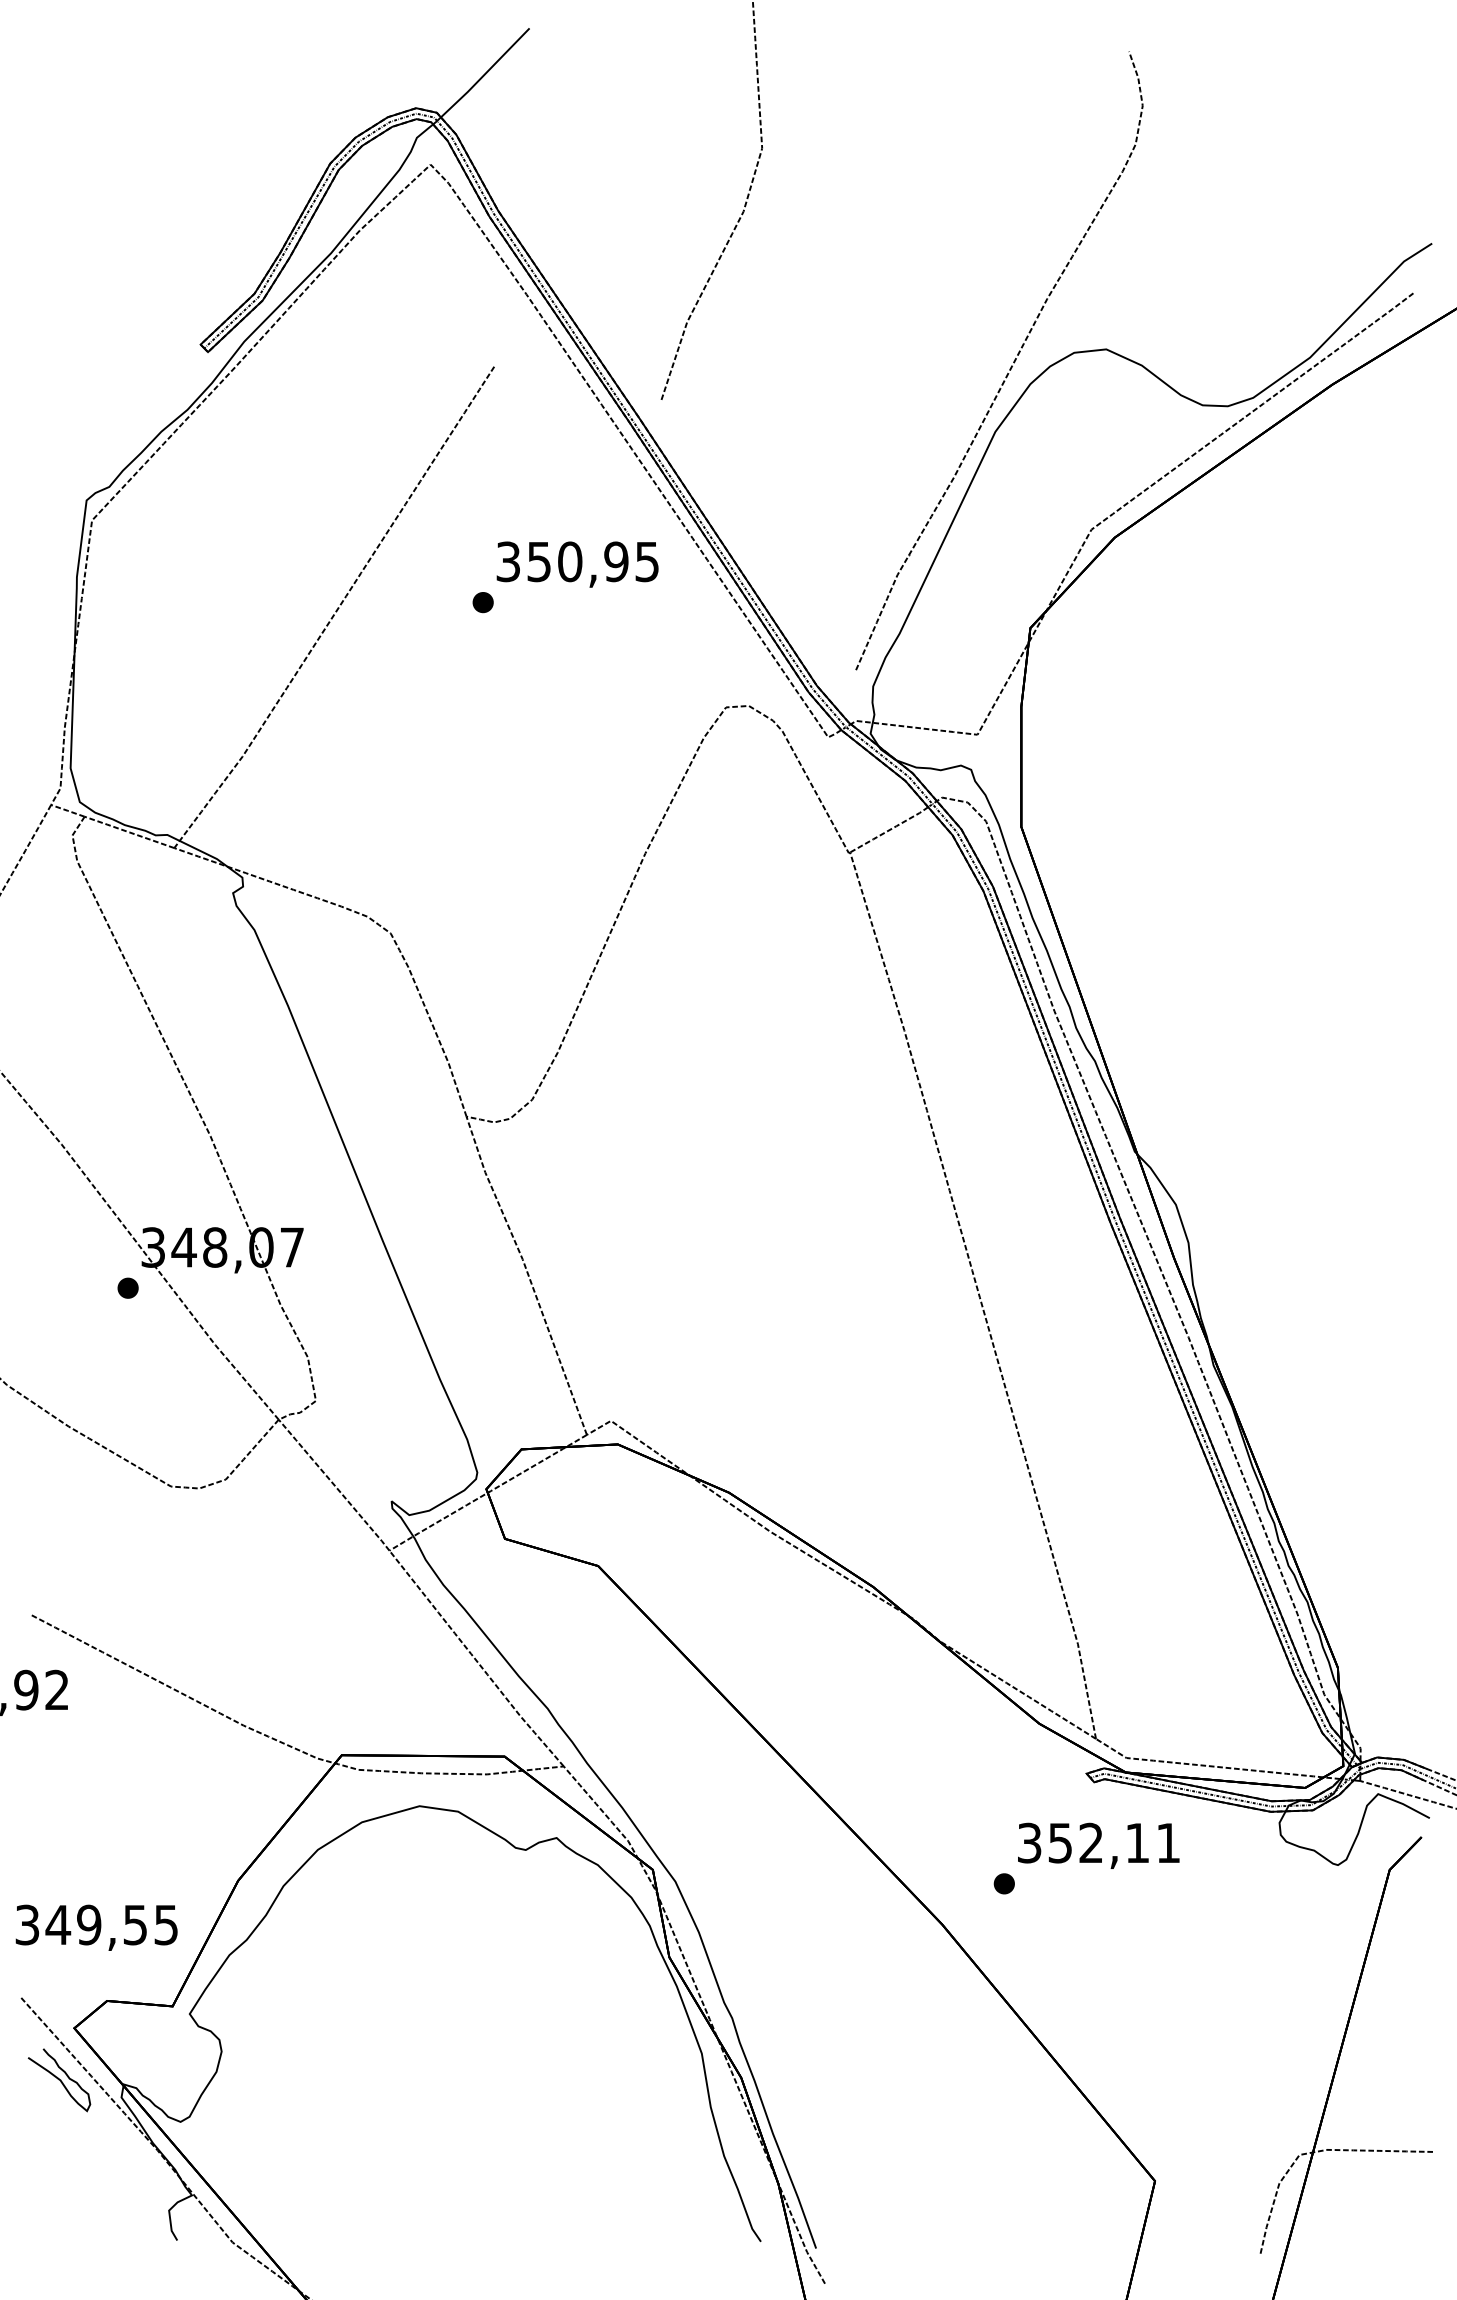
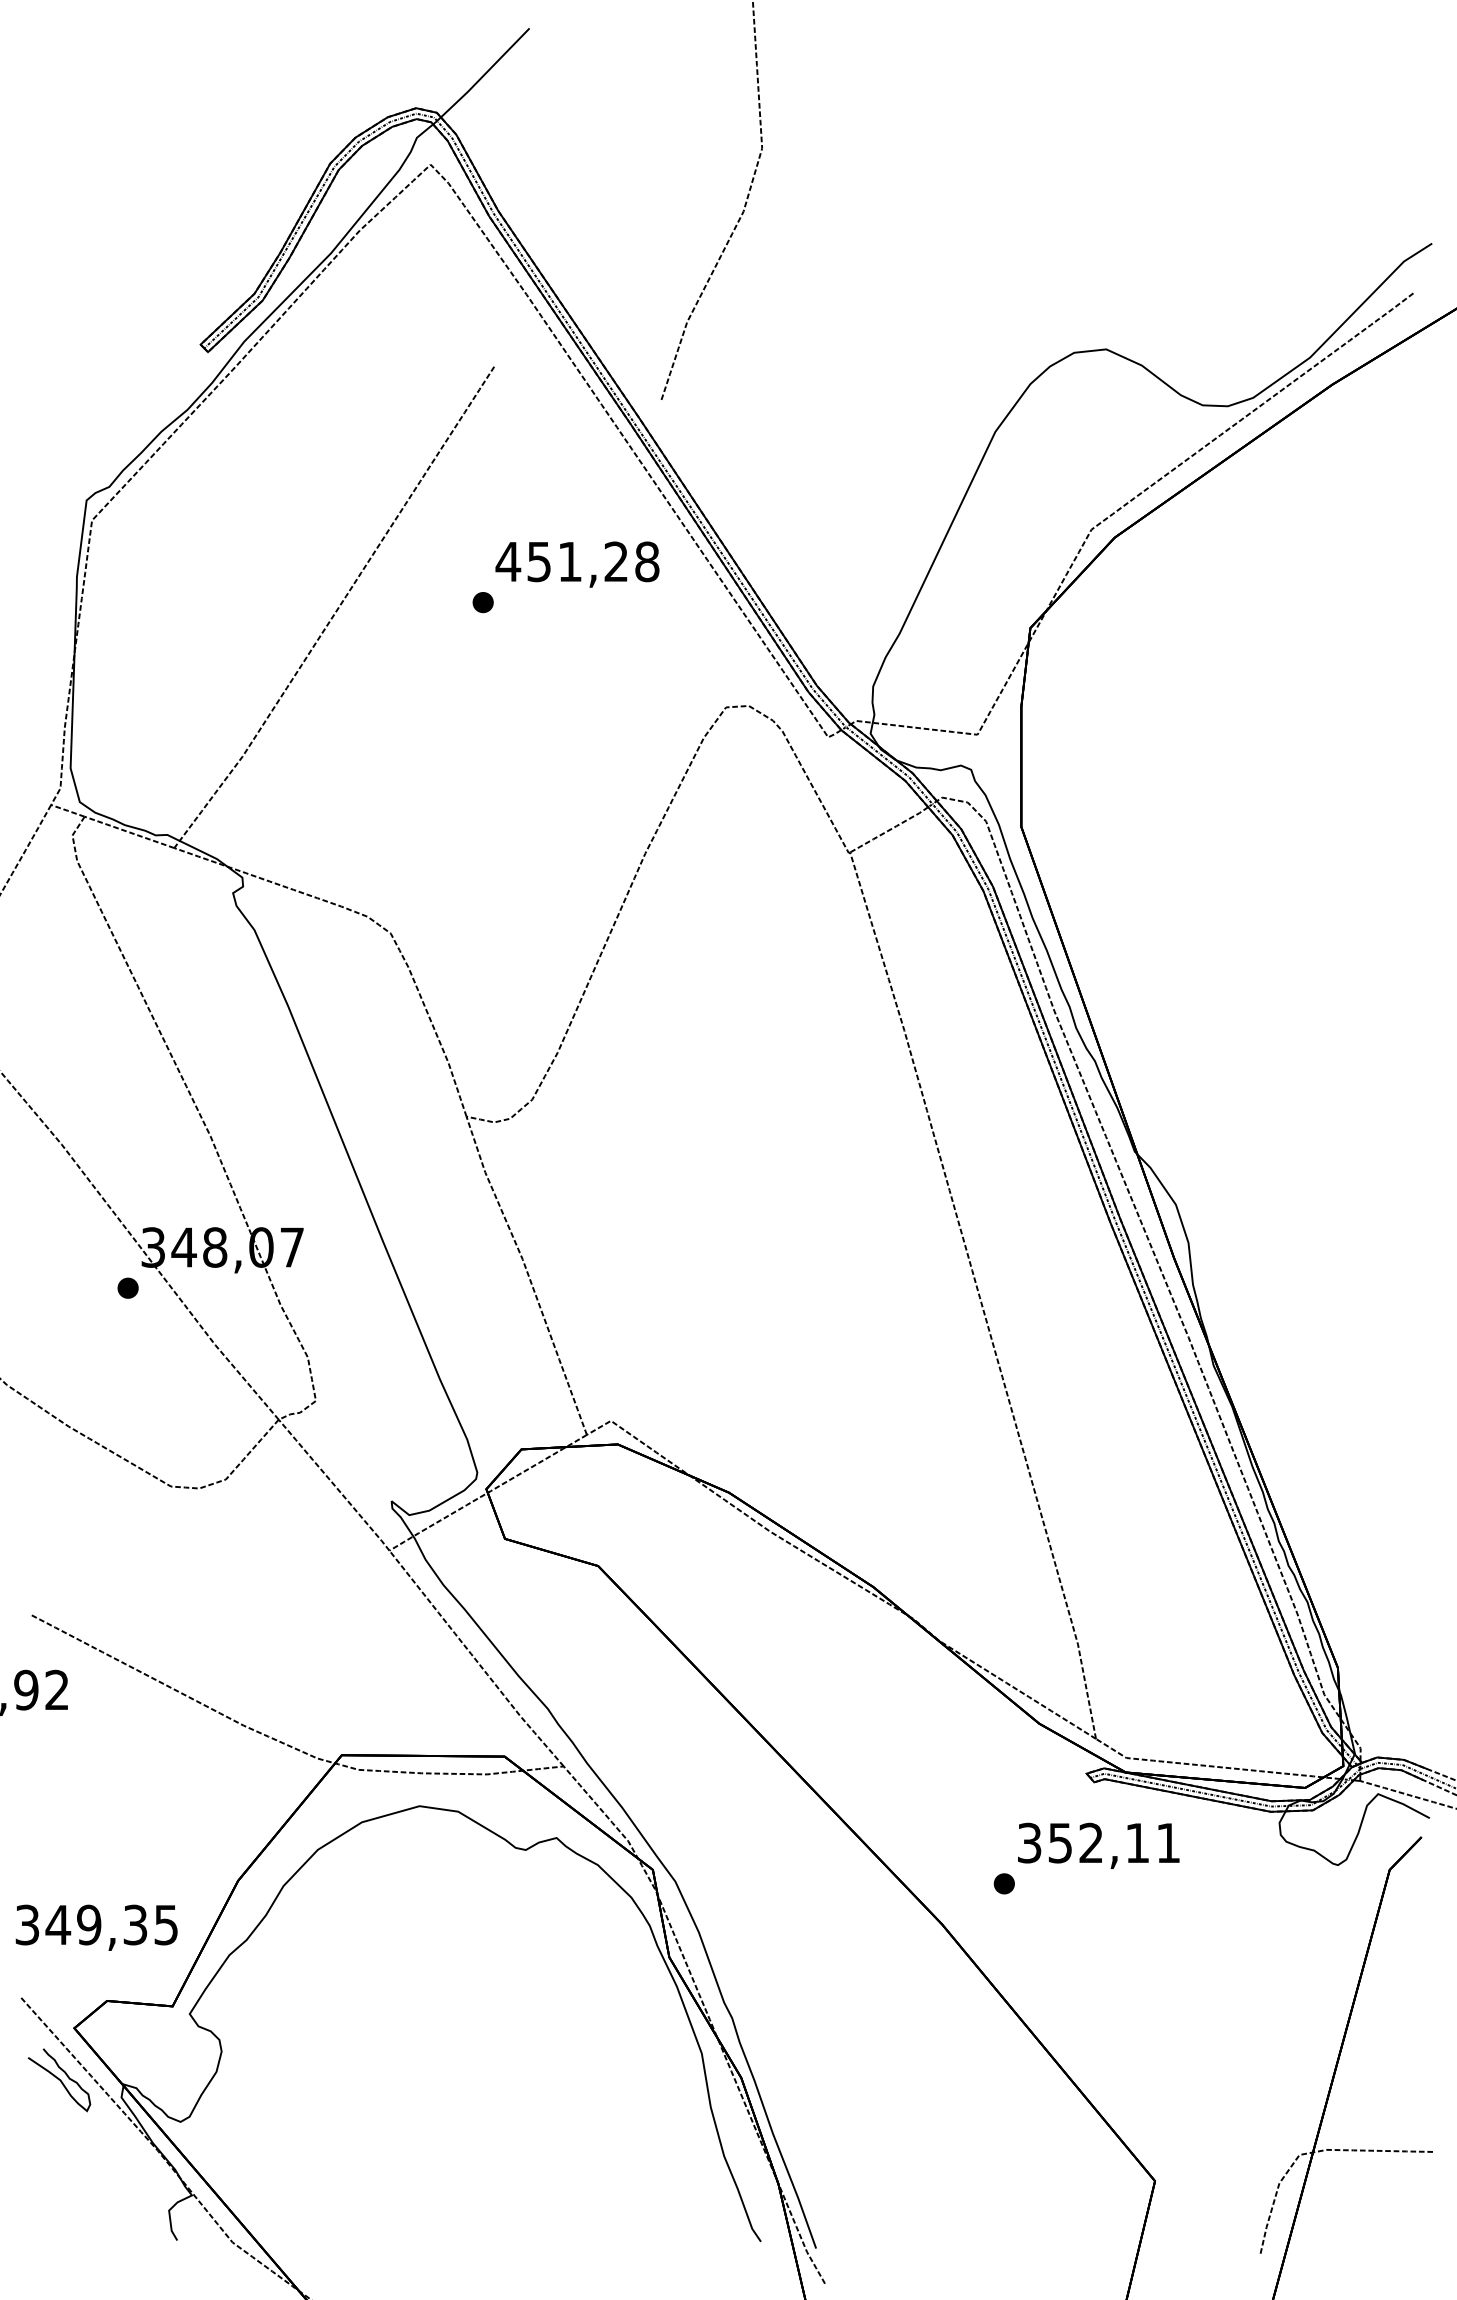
curve at (1009, 368): present -> none
text at (577, 561): 350,95 -> 451,28
text at (135, 1924): 349,55 -> 349,35
